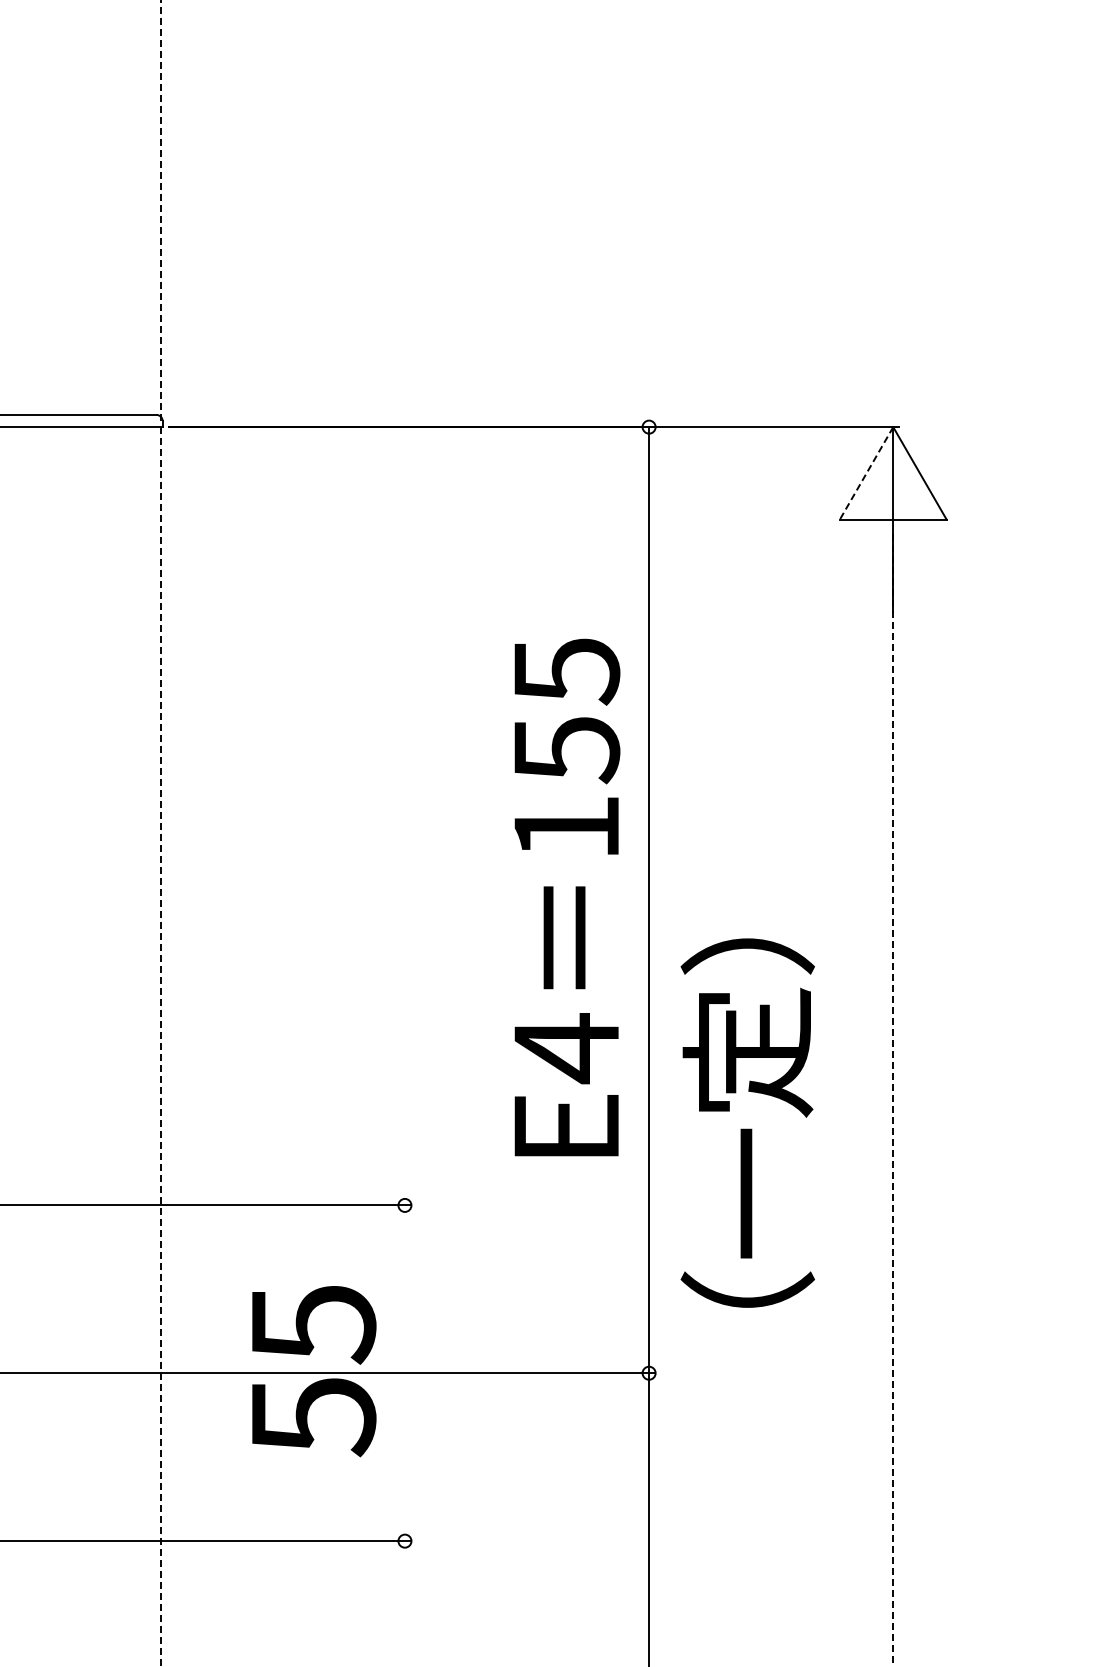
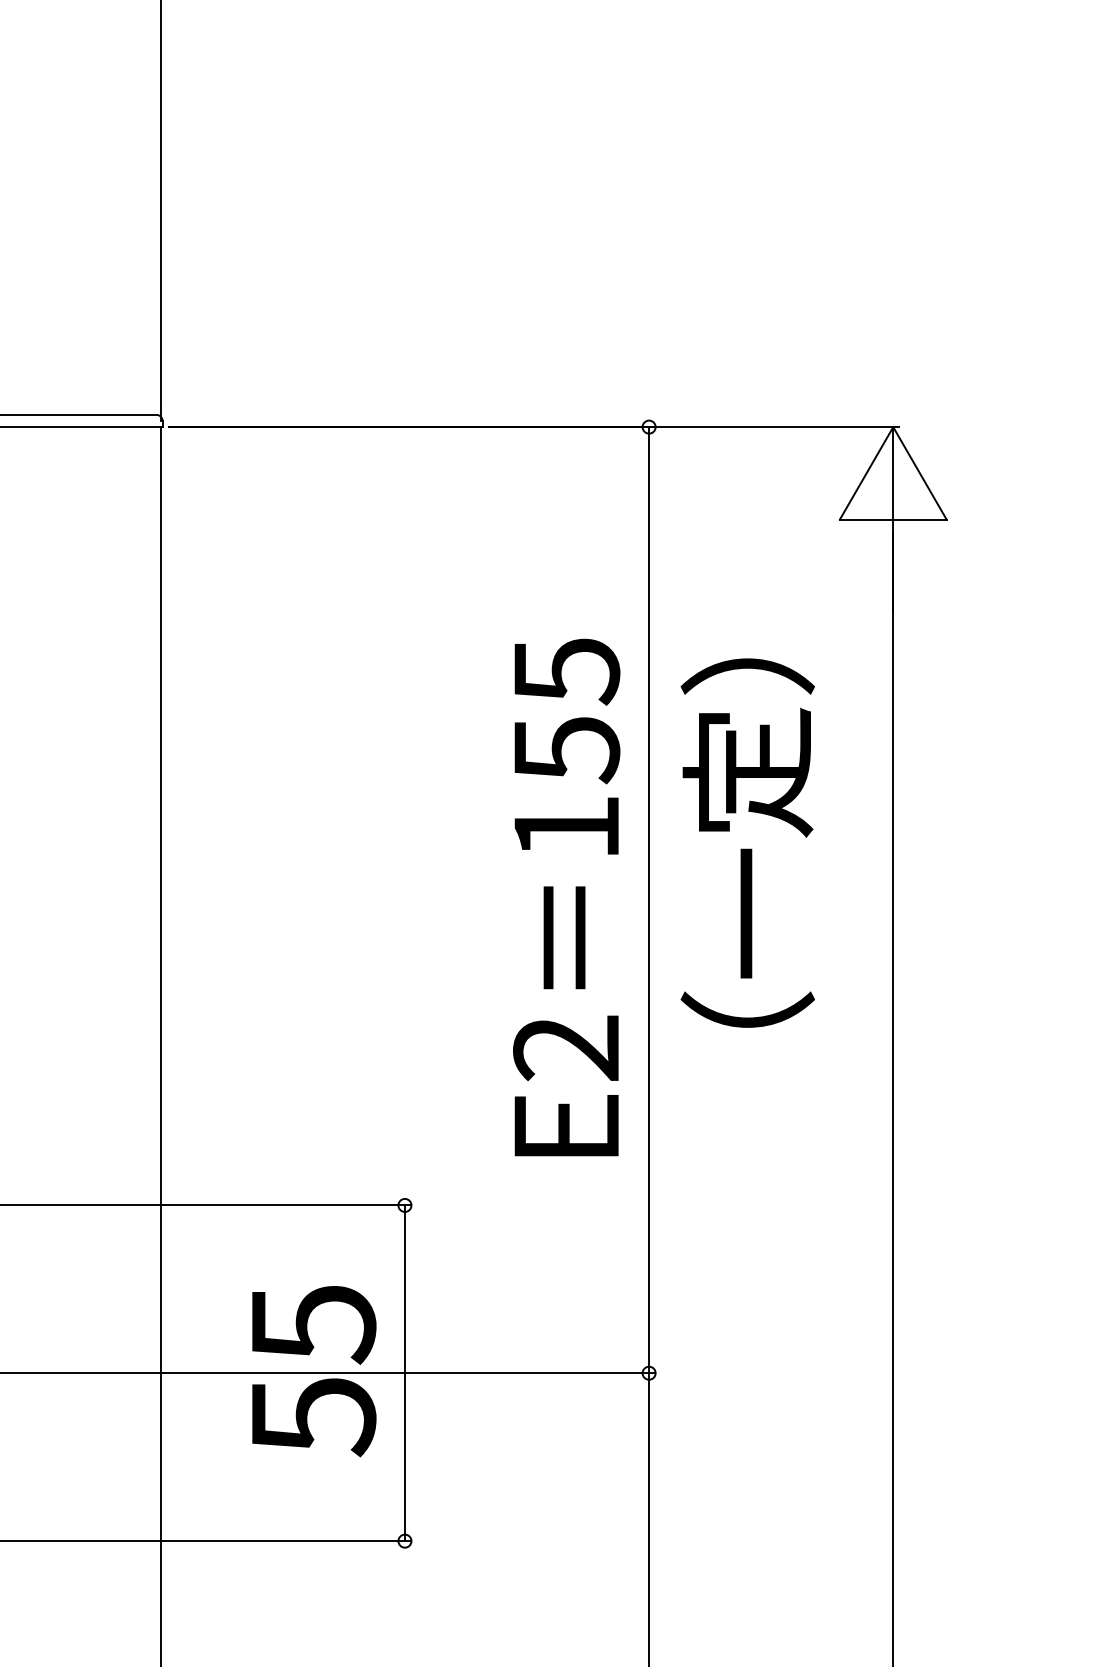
line at (160, 210): dashed -> solid
line at (866, 473): dashed -> solid
line at (160, 1047): dashed -> solid
text at (565, 1048): E4 -> E2
line at (893, 1100): dashed -> solid
text at (747, 1122) position: (747, 1122) -> (747, 842)
line at (404, 1373): none -> present
